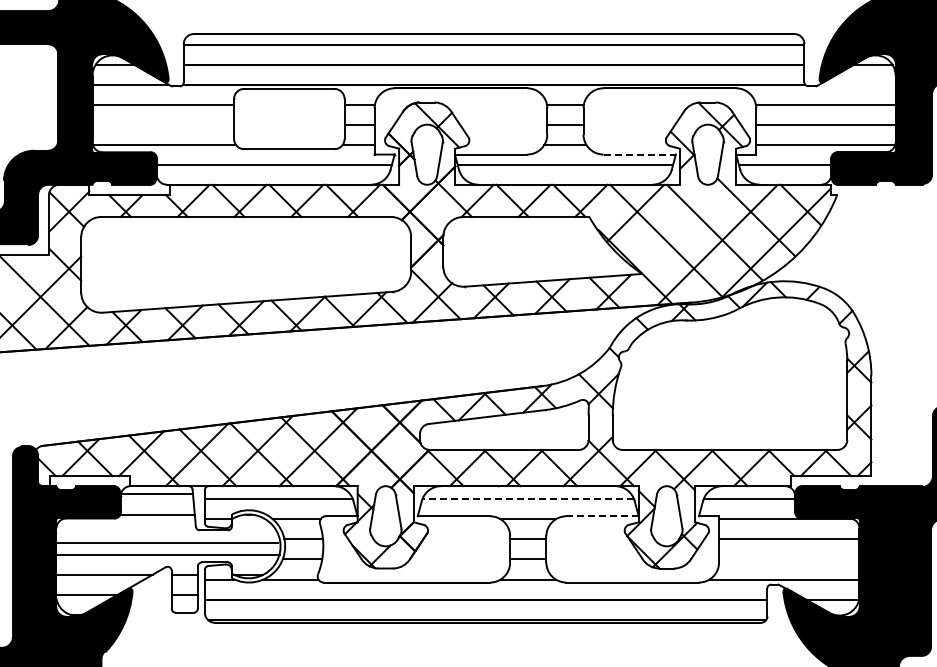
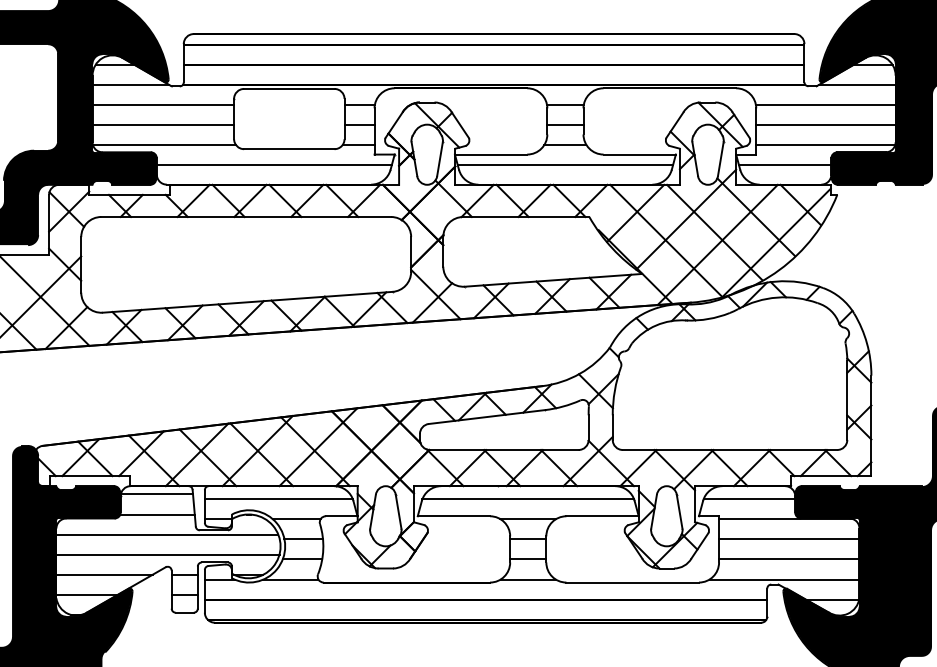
line at (857, 84): none -> present
line at (163, 124): none -> present
line at (640, 154): dashed -> solid
line at (686, 219): none -> present
line at (528, 499): dashed -> solid
line at (603, 516): dashed -> solid
line at (167, 542) position: (167, 542) -> (167, 534)
line at (789, 559): none -> present
